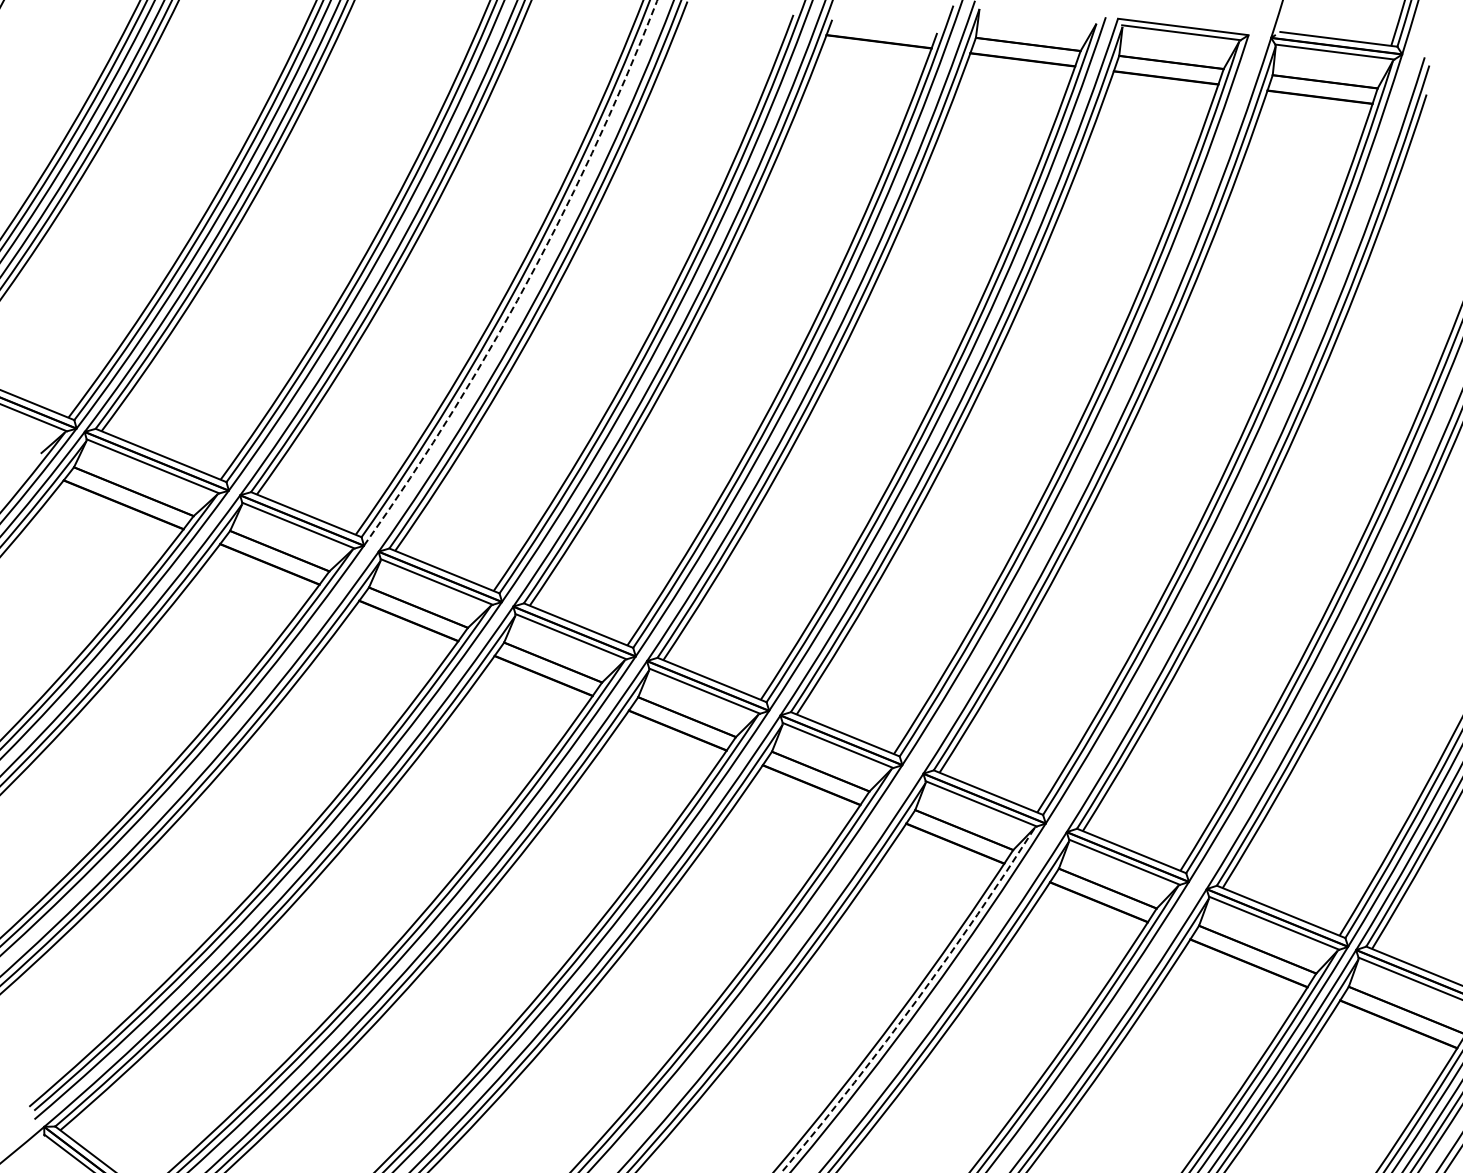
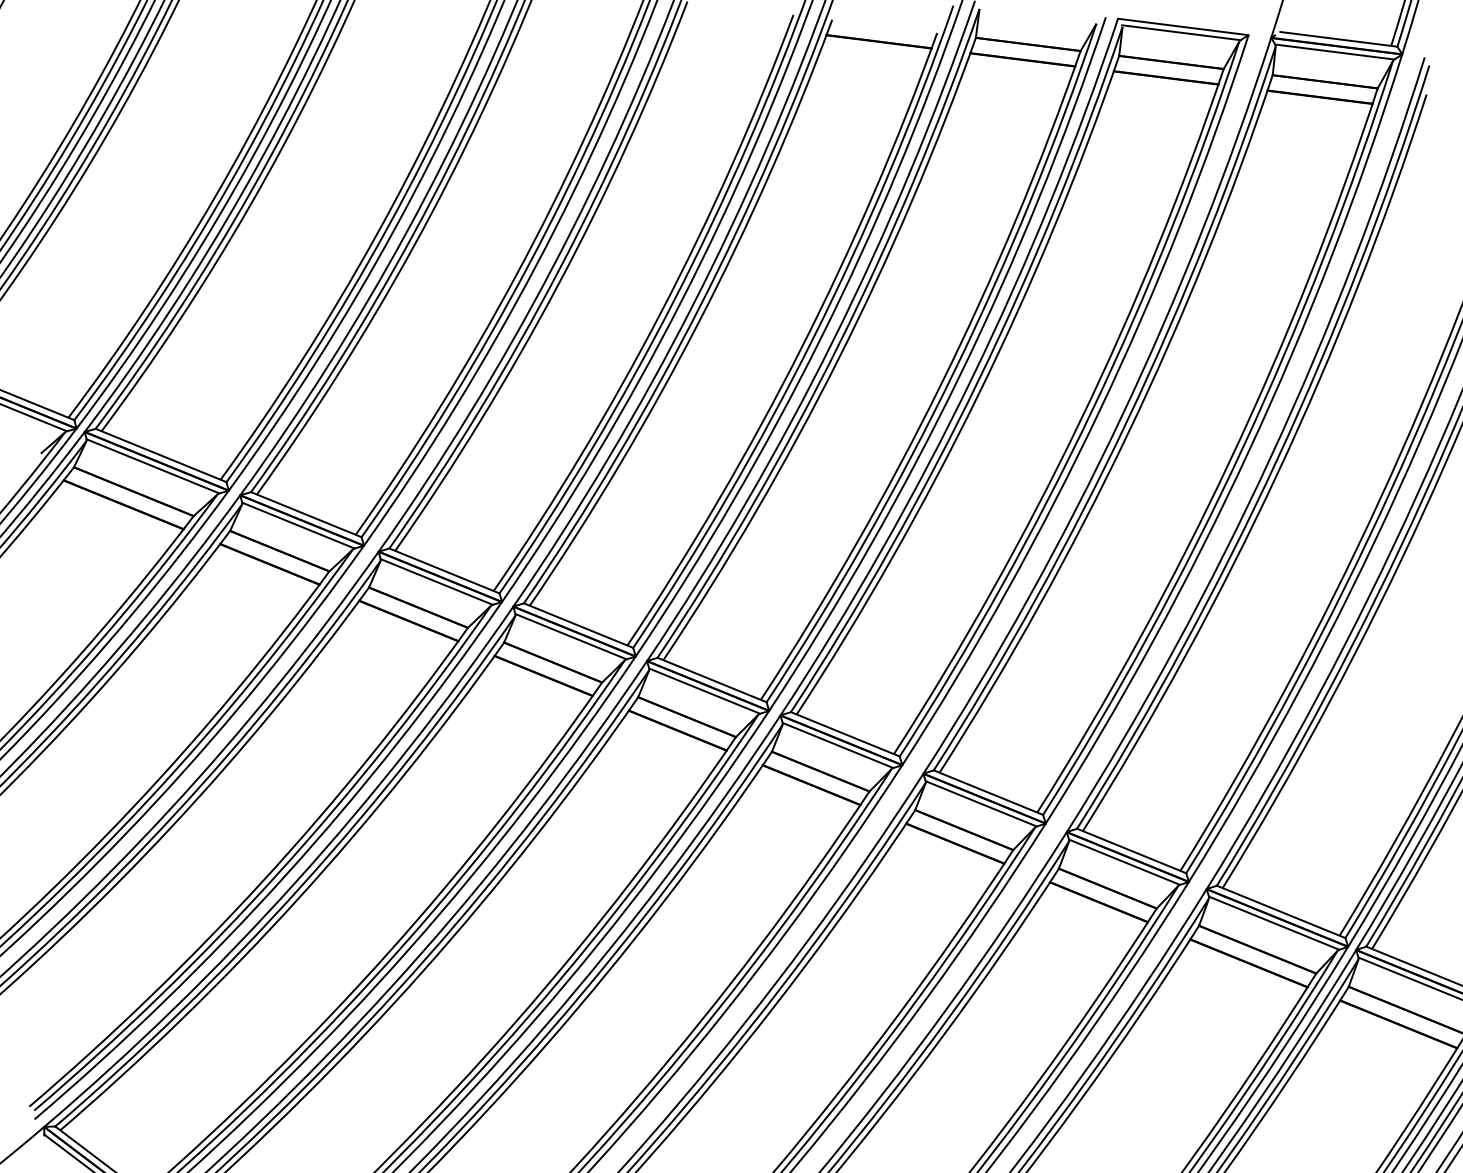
arc at (527, 281): dashed -> solid
arc at (913, 1004): dashed -> solid
